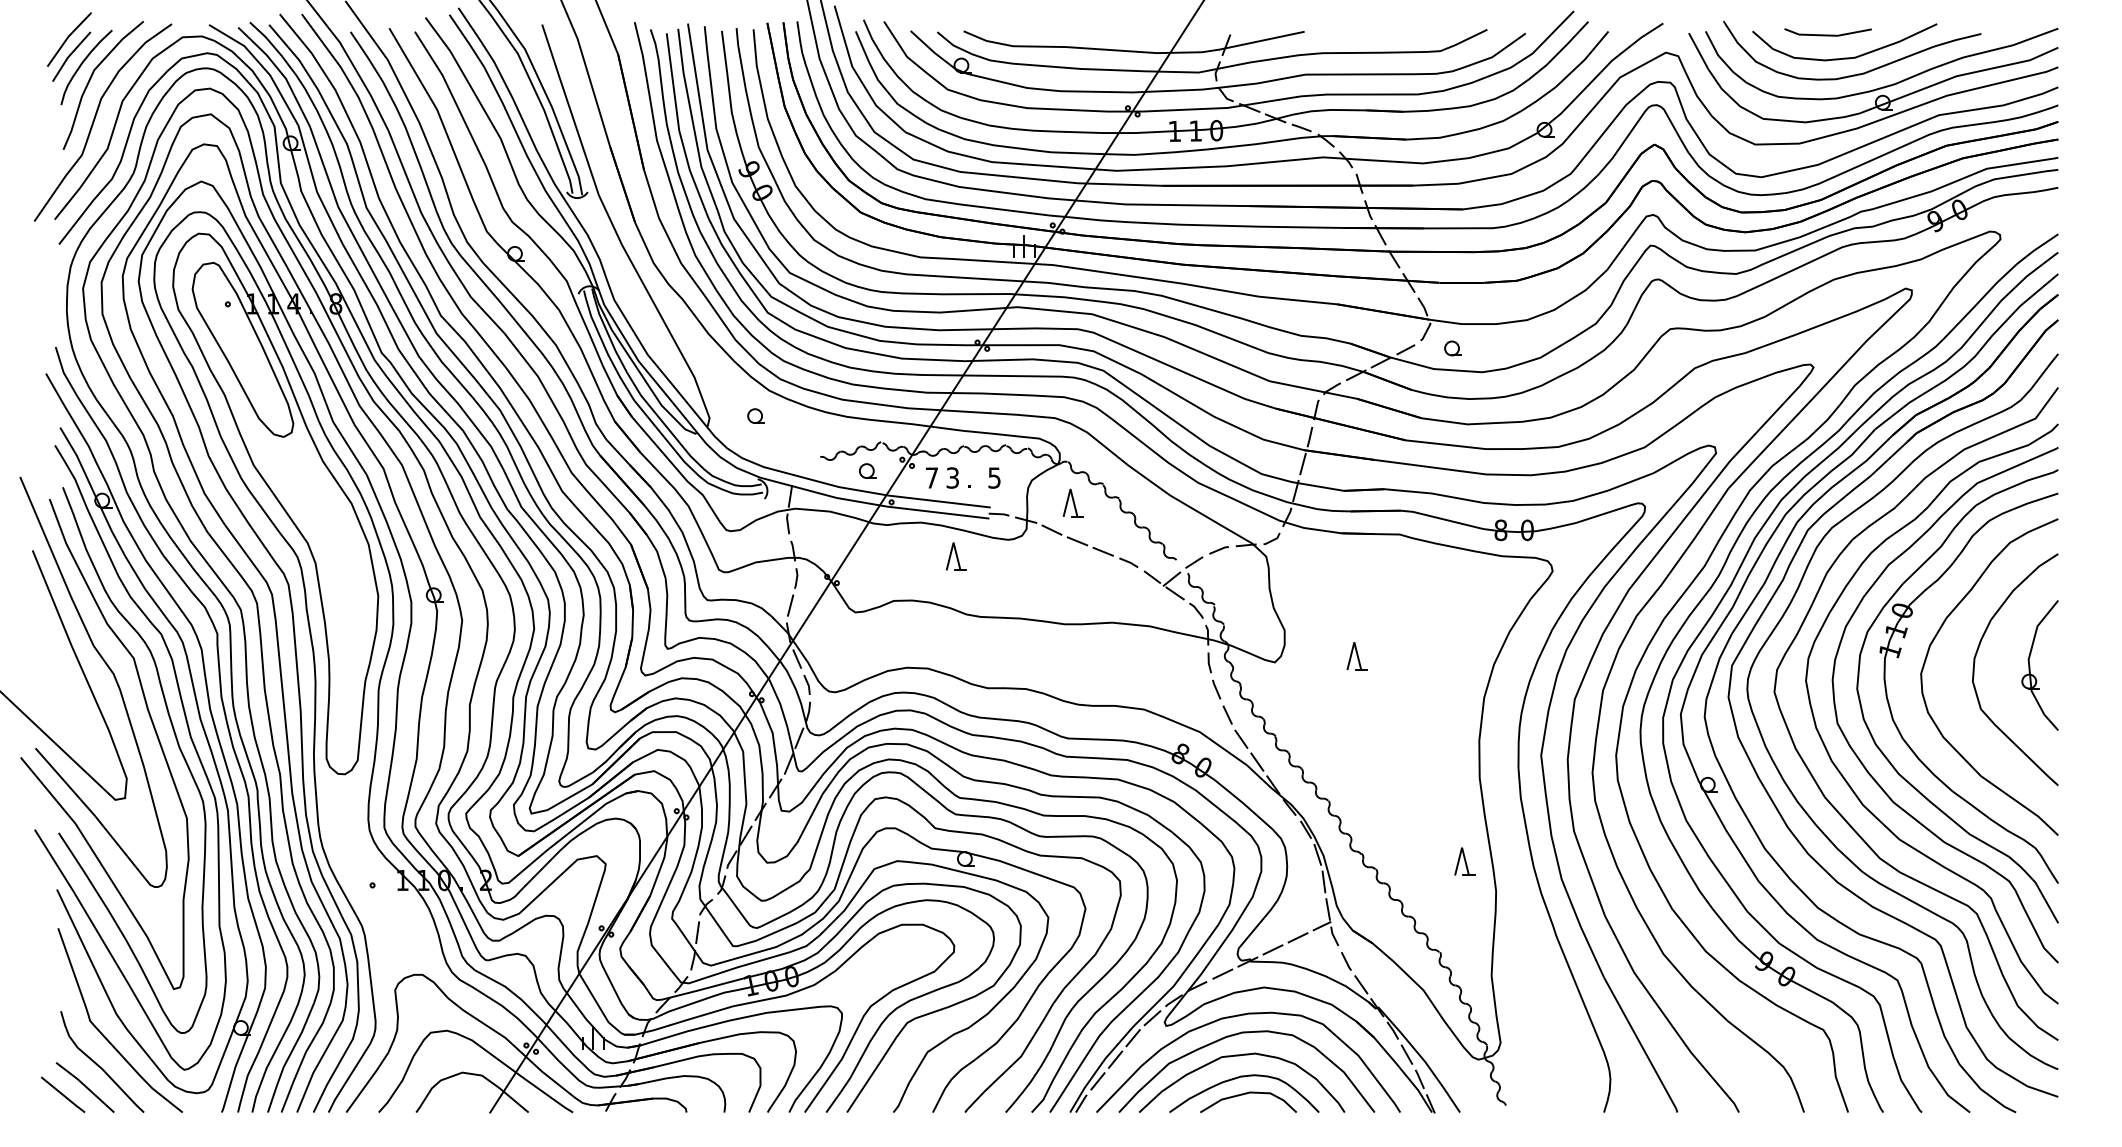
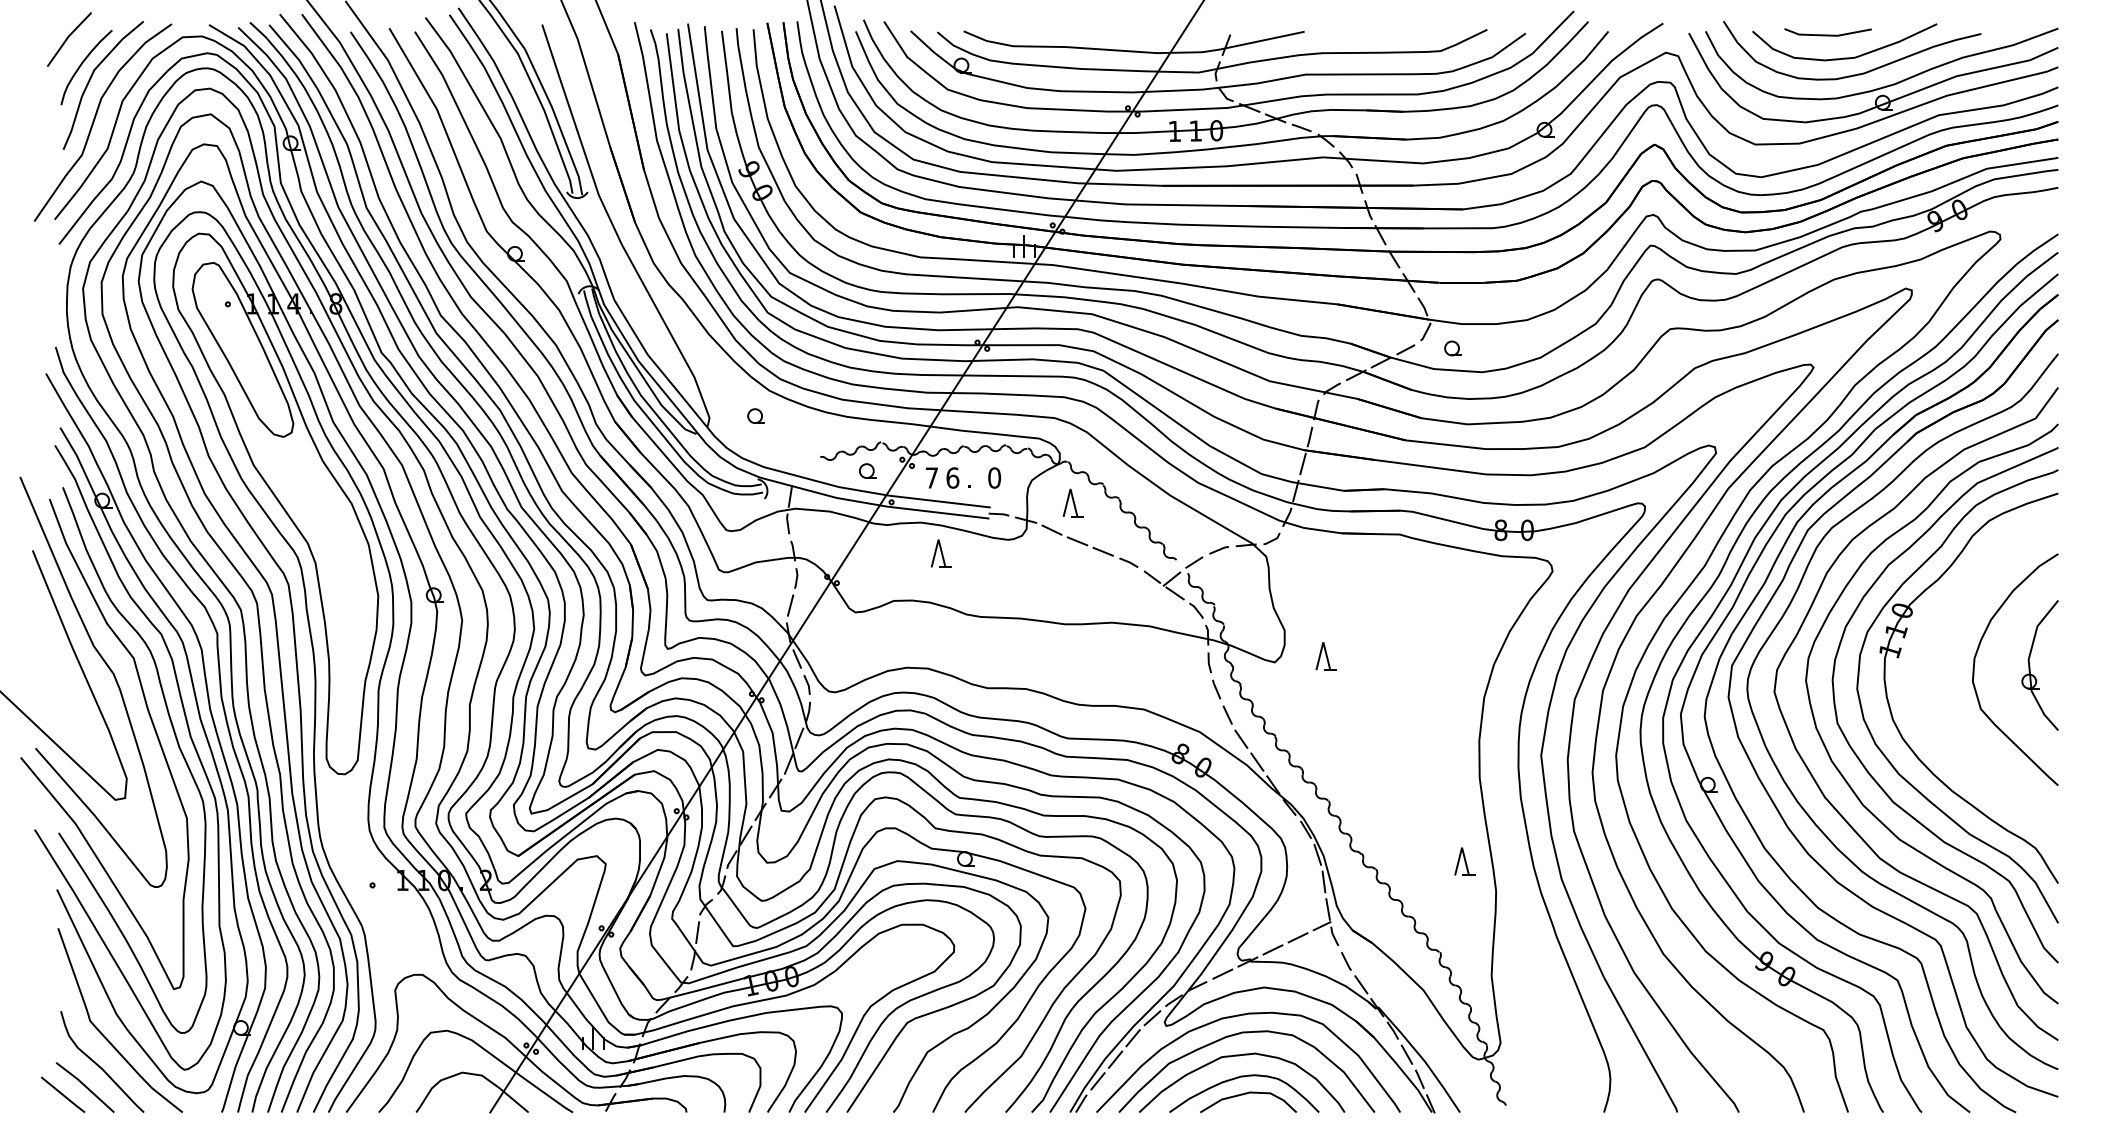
line at (71, 55): present -> none
text at (952, 477): 3 -> 6
text at (994, 477): 5 -> 0
part at (956, 556) position: (956, 556) -> (941, 553)
curve at (1928, 654): present -> none
part at (1356, 656) position: (1356, 656) -> (1325, 656)
